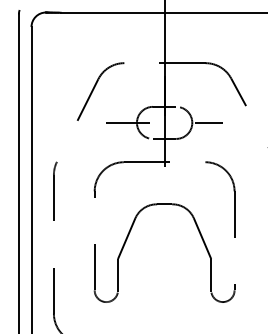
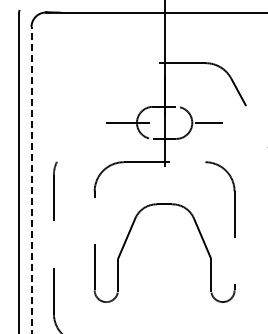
part at (94, 89): present -> none
line at (31, 179): solid -> dashed
